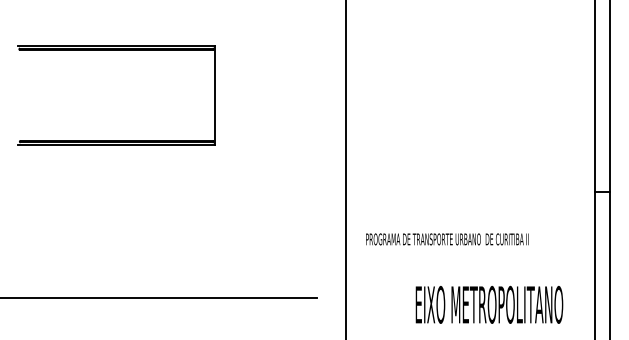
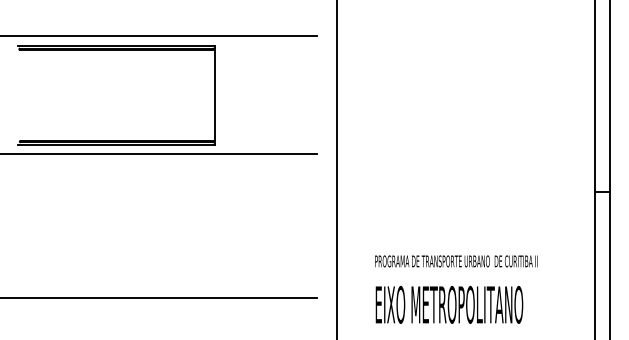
line at (159, 36): none -> present
line at (159, 154): none -> present
line at (346, 169) position: (346, 169) -> (337, 169)
text at (447, 239) position: (447, 239) -> (456, 261)
text at (489, 304) position: (489, 304) -> (449, 304)
